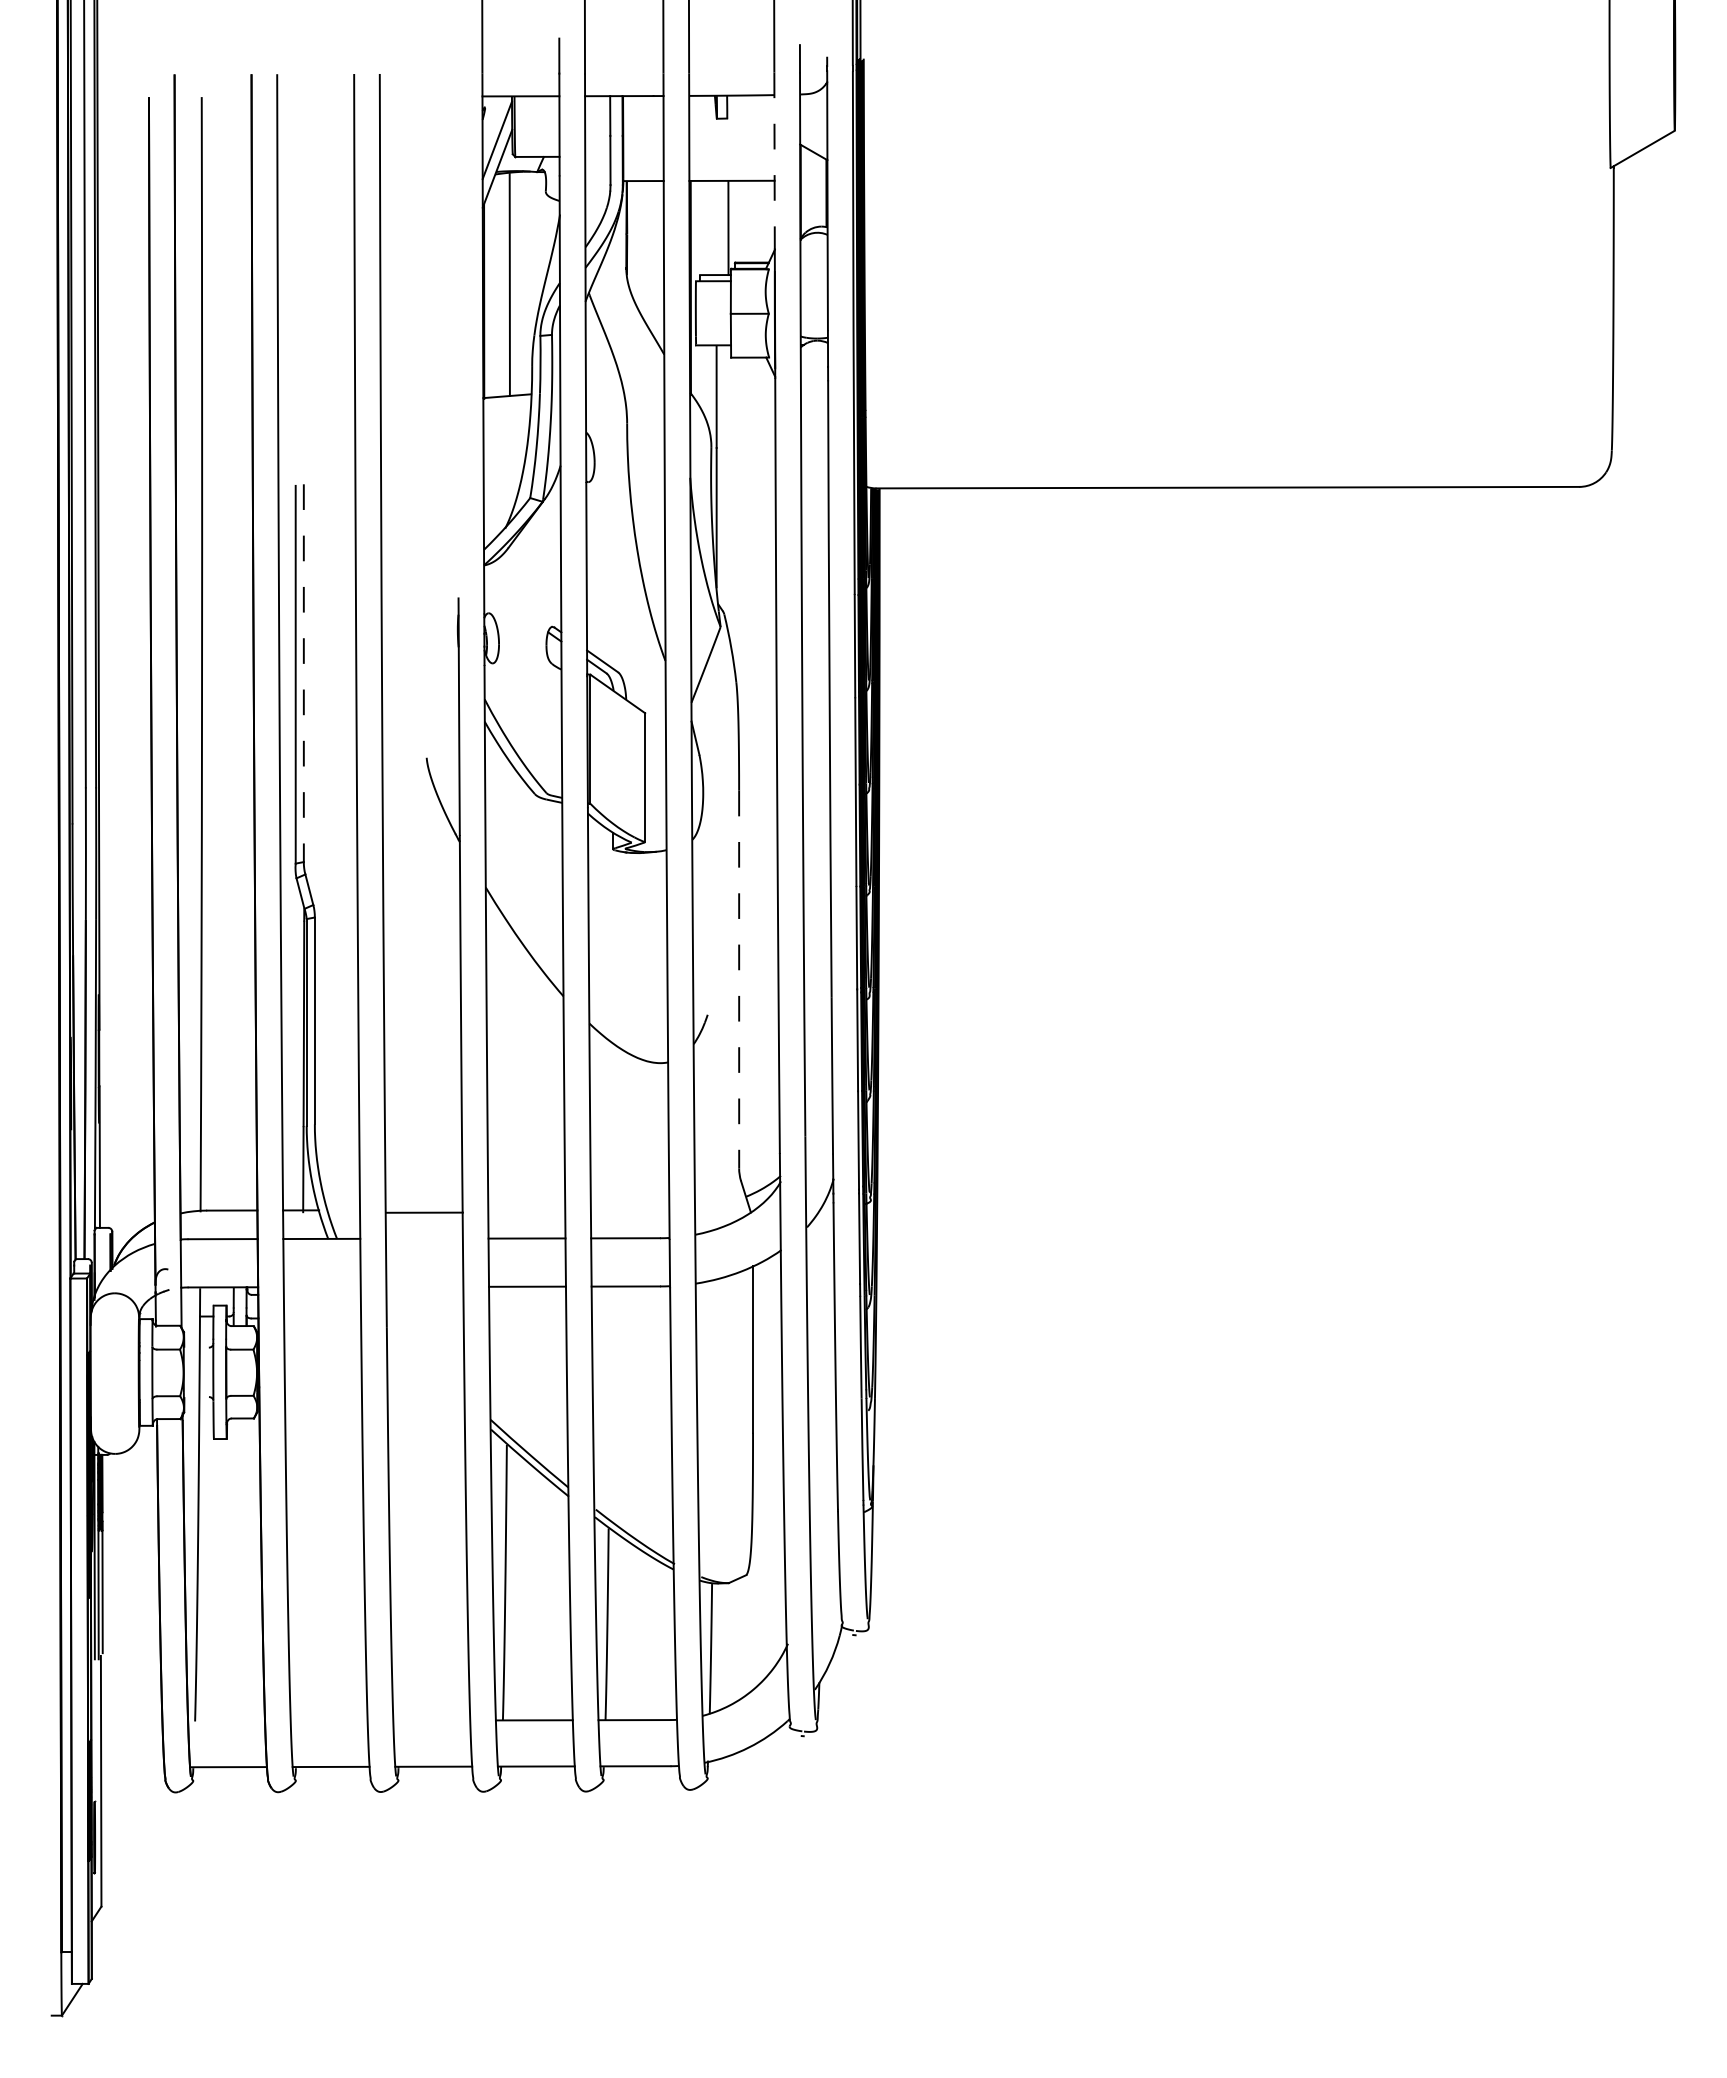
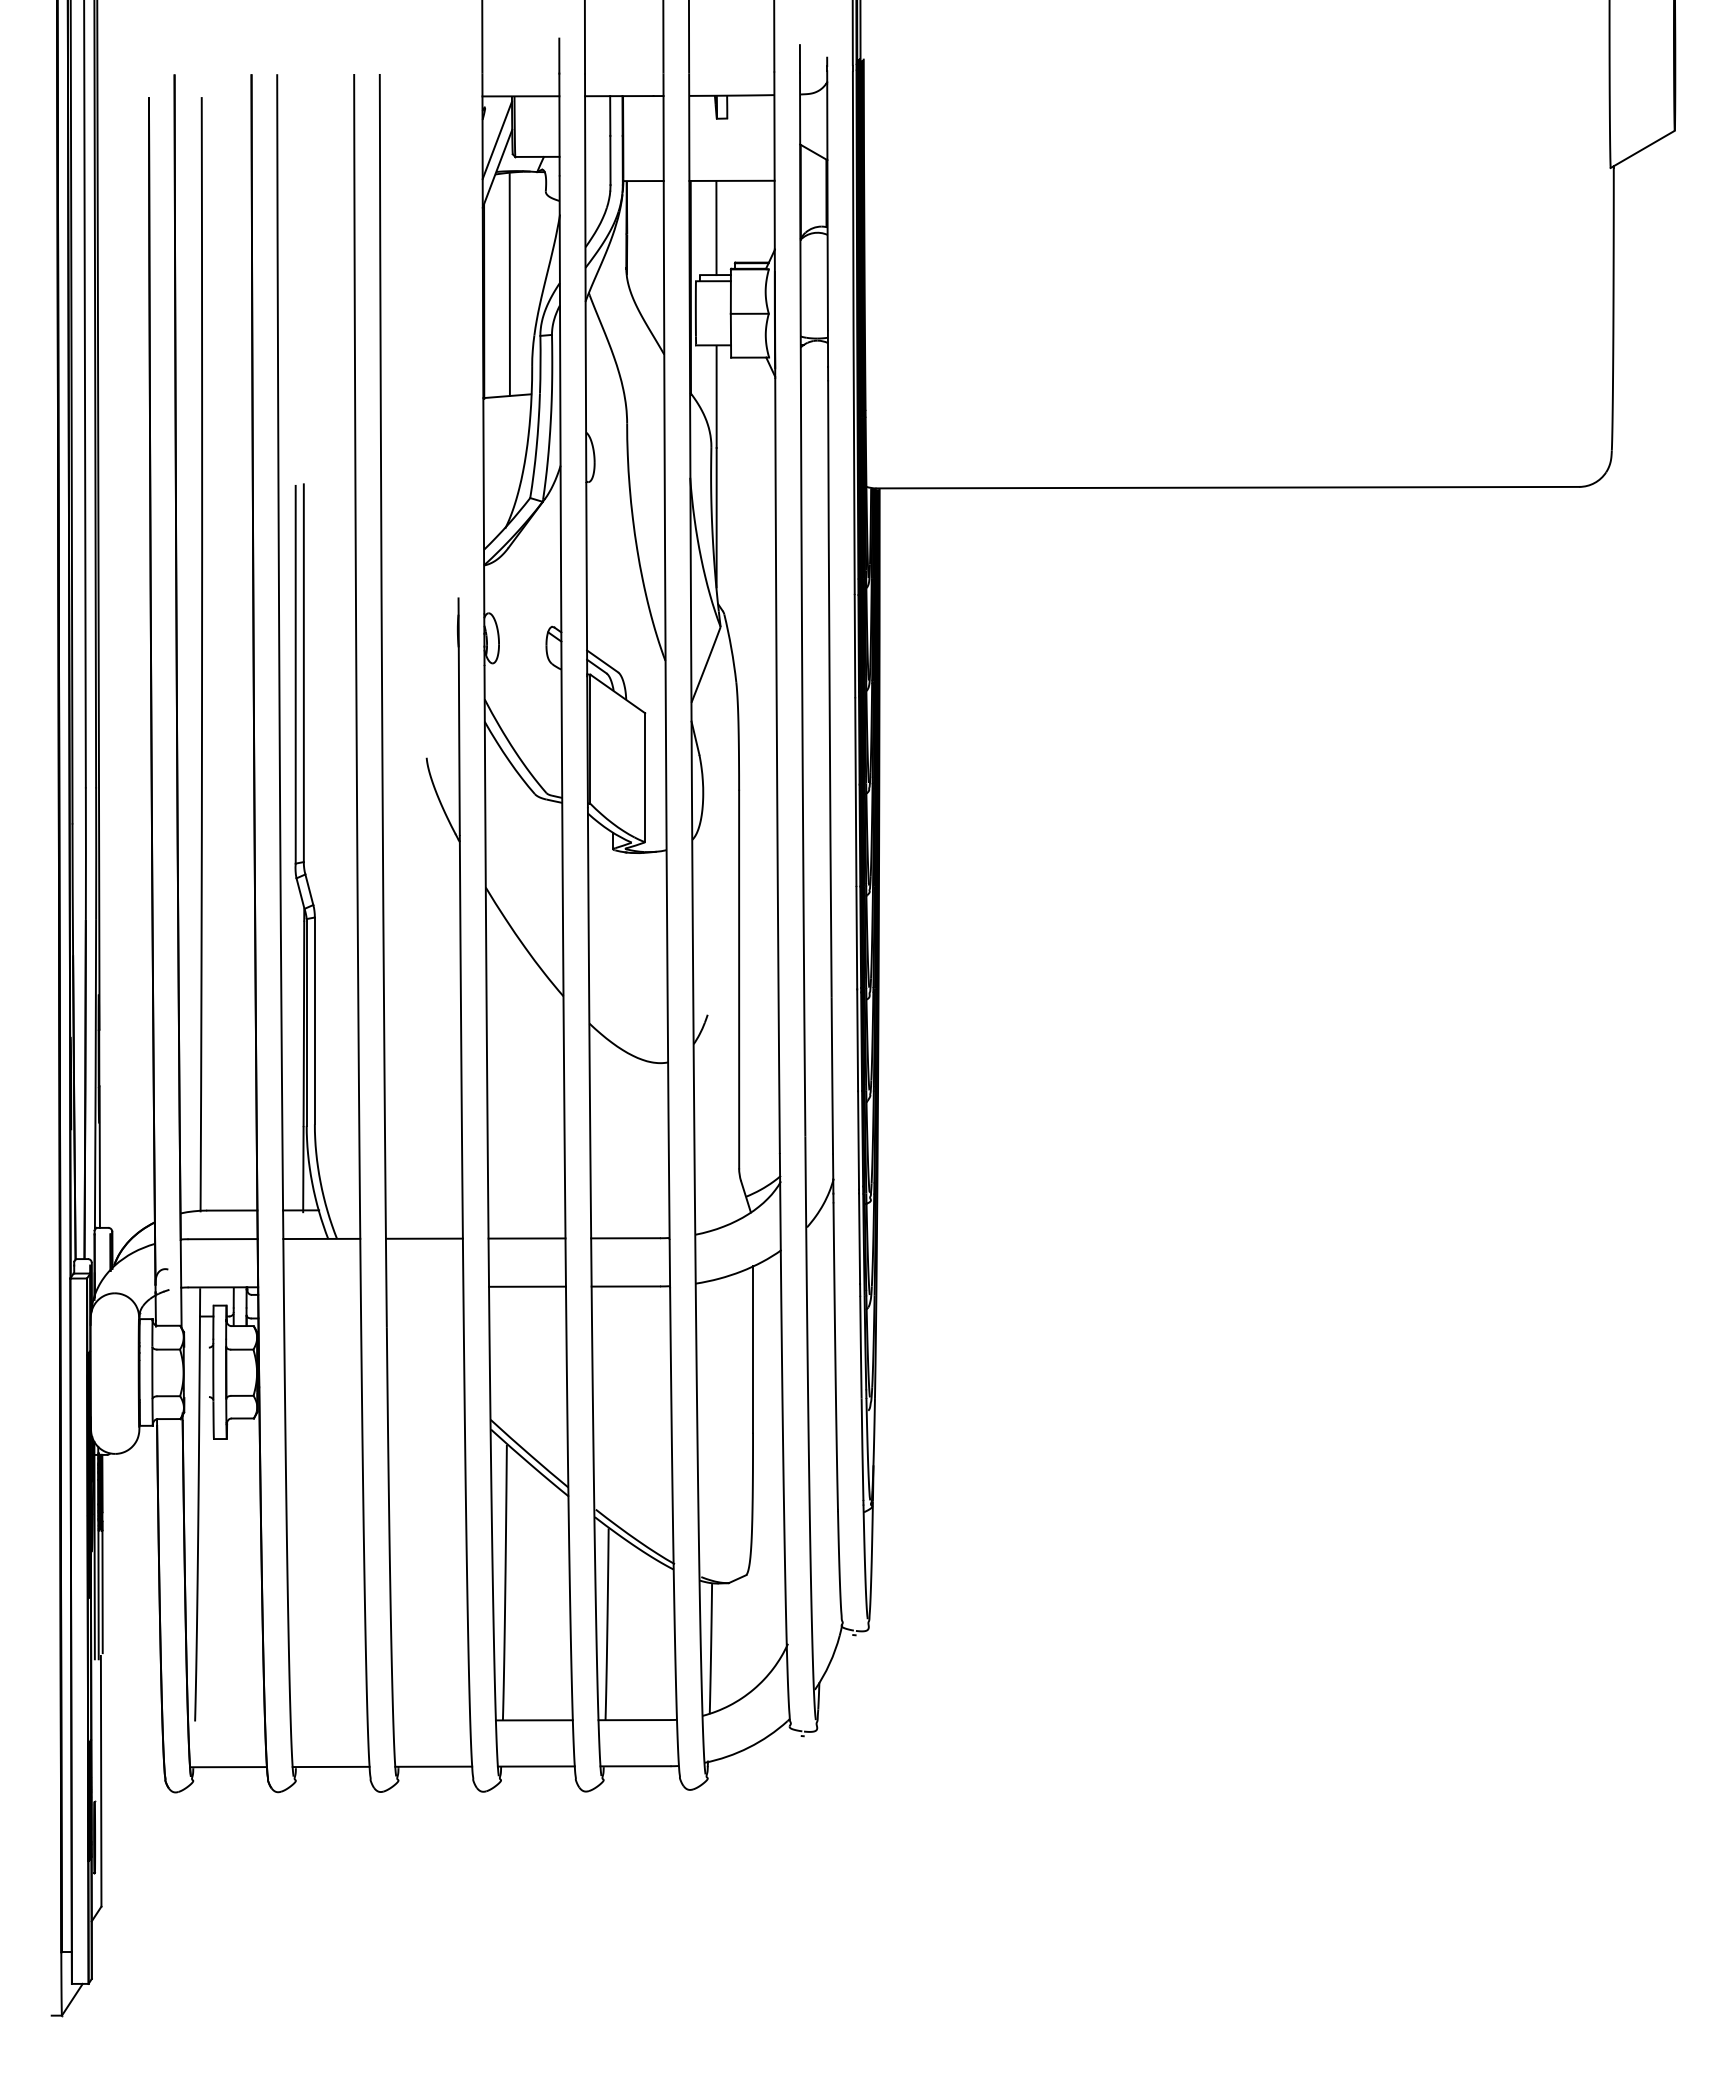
line at (774, 161): dashed -> solid
line at (728, 228) position: (728, 228) -> (716, 228)
line at (303, 673): dashed -> solid
line at (739, 979): dashed -> solid
line at (423, 1212) position: (423, 1212) -> (423, 1238)
